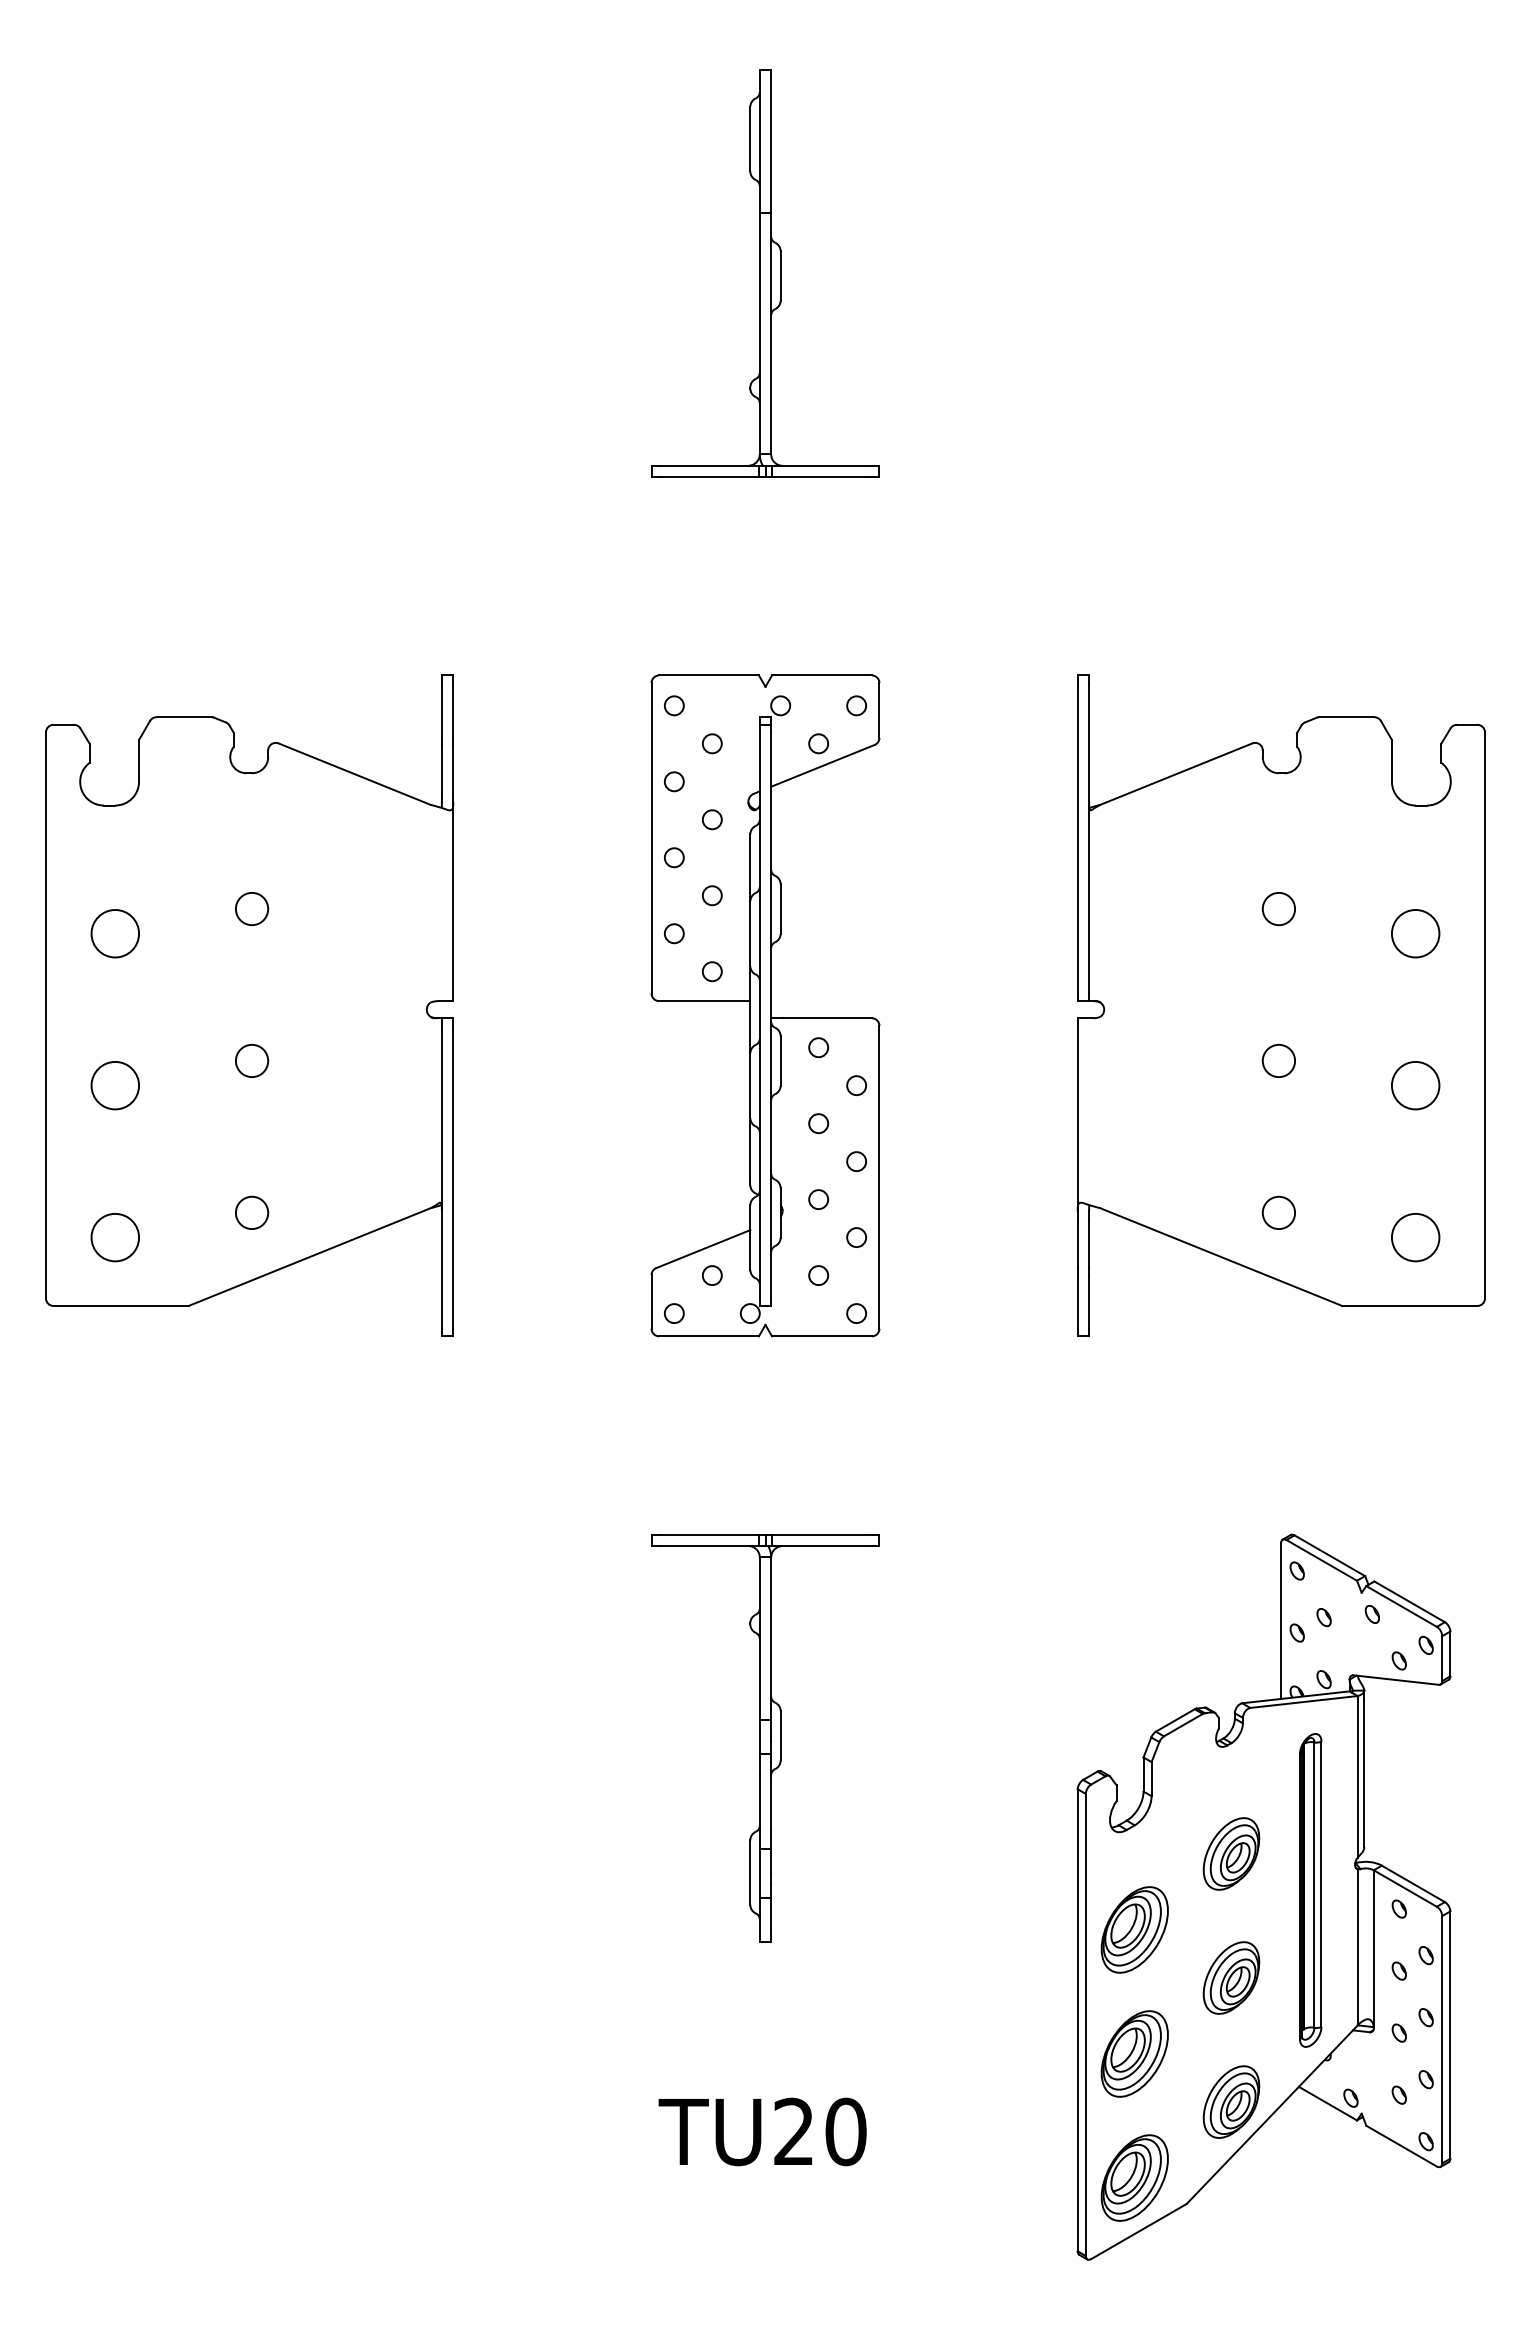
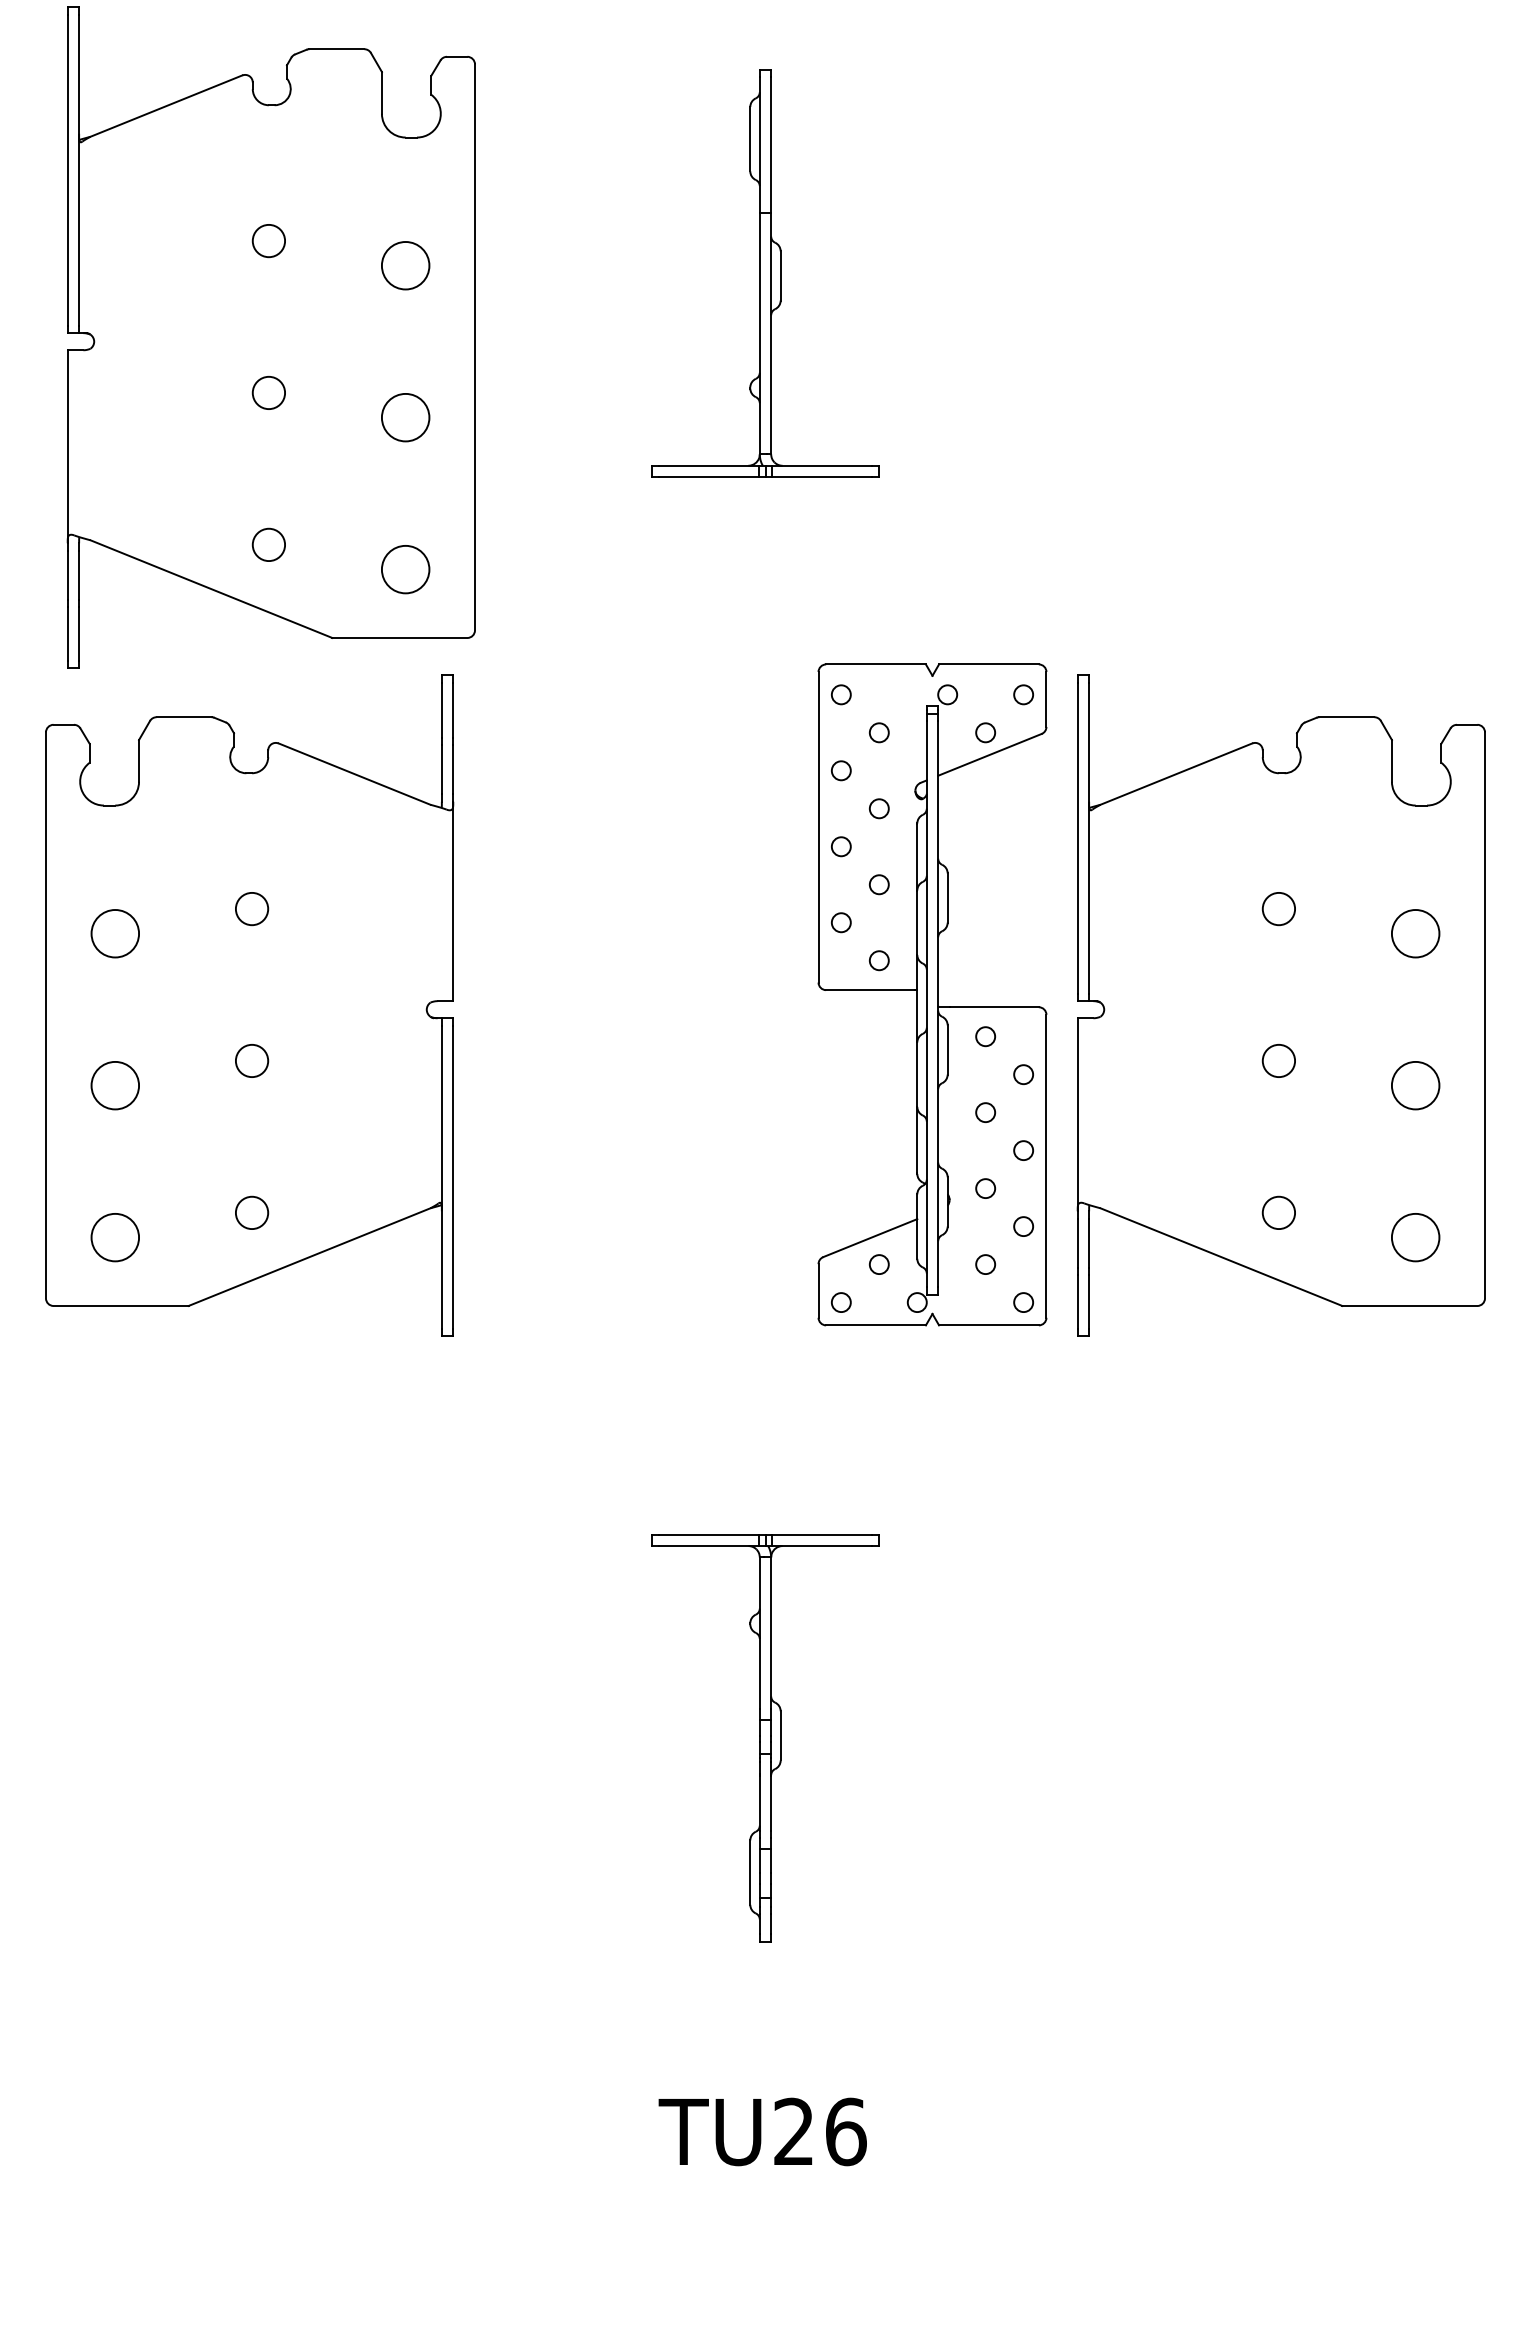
part at (270, 337): none -> present
part at (765, 1005) position: (765, 1005) -> (932, 994)
part at (1263, 1896): present -> none
text at (845, 2131): TU20 -> TU26
